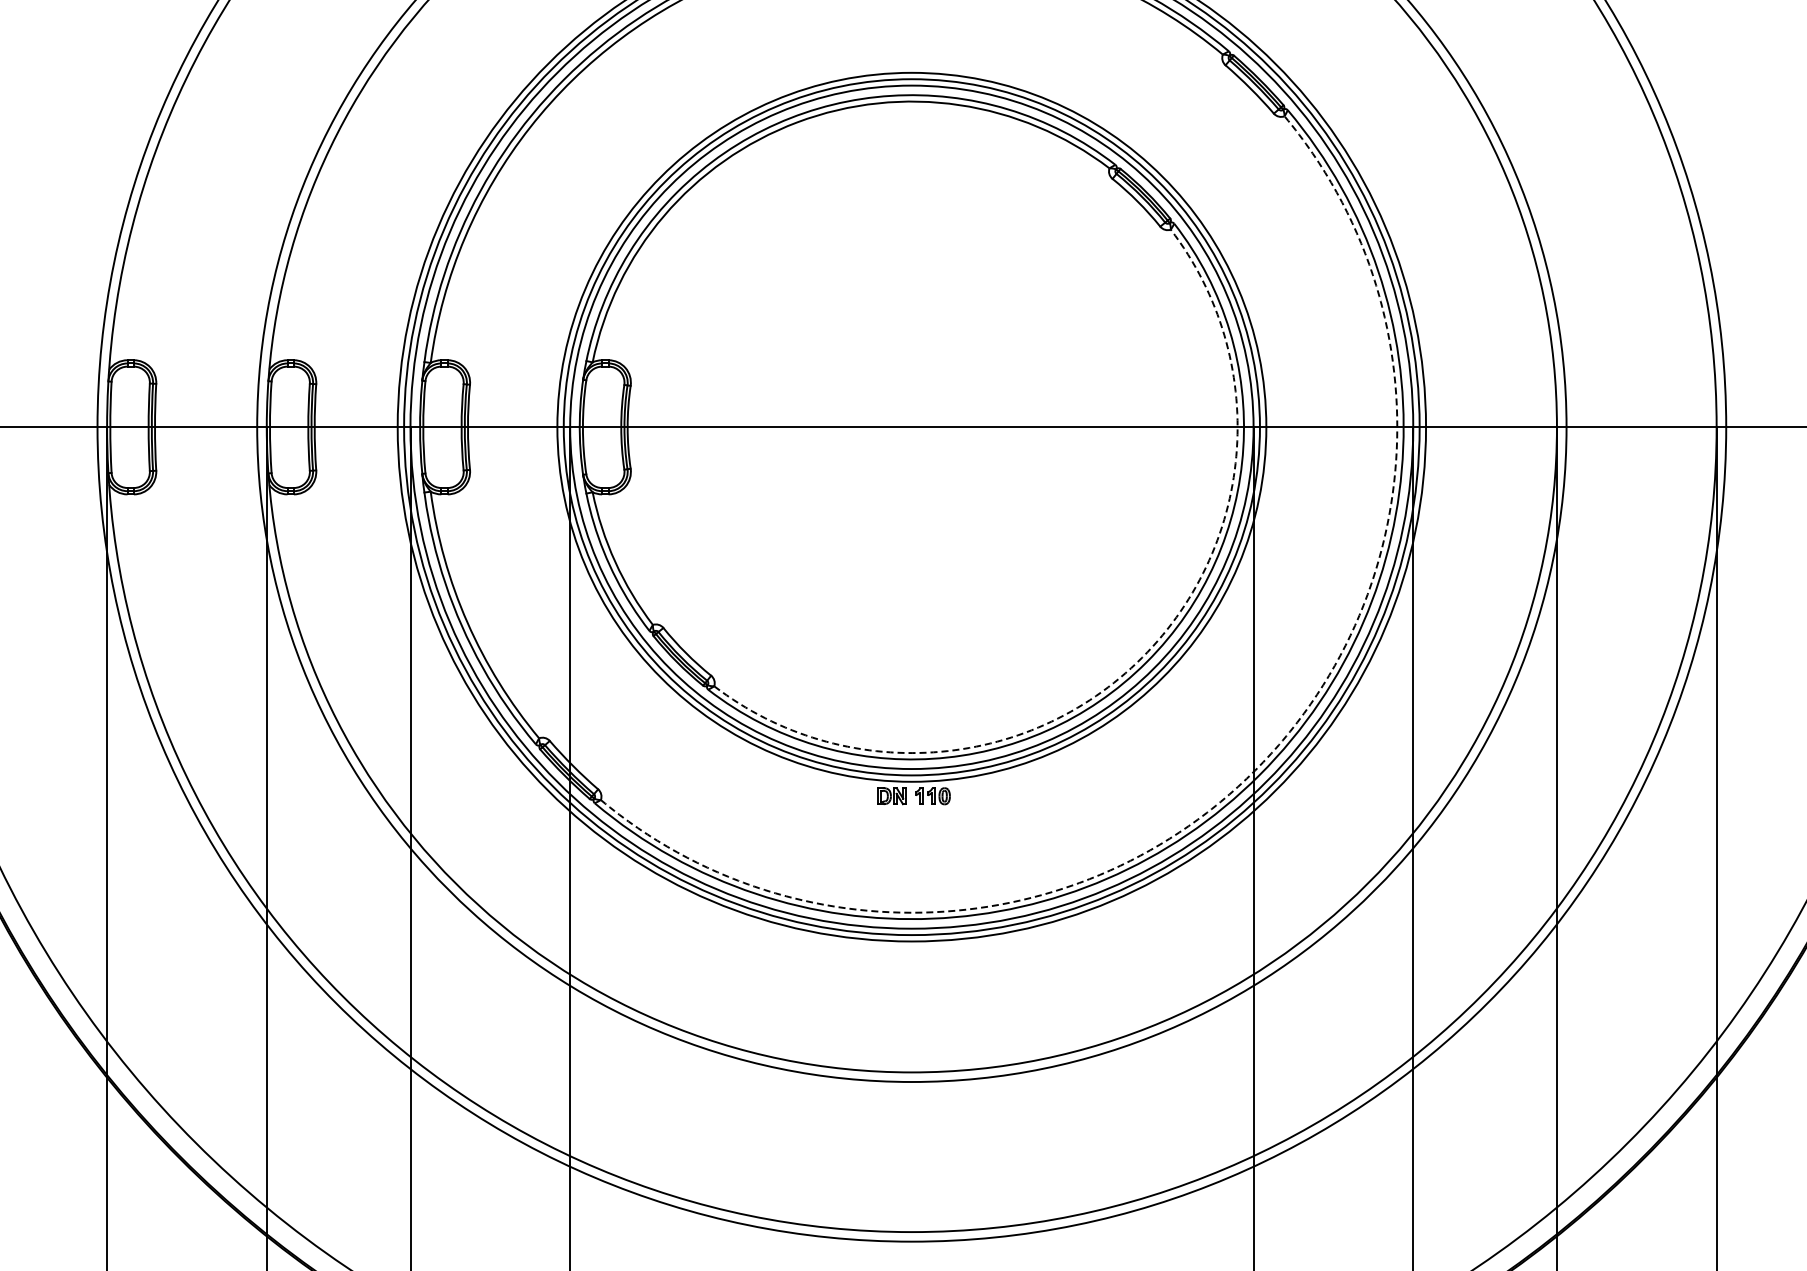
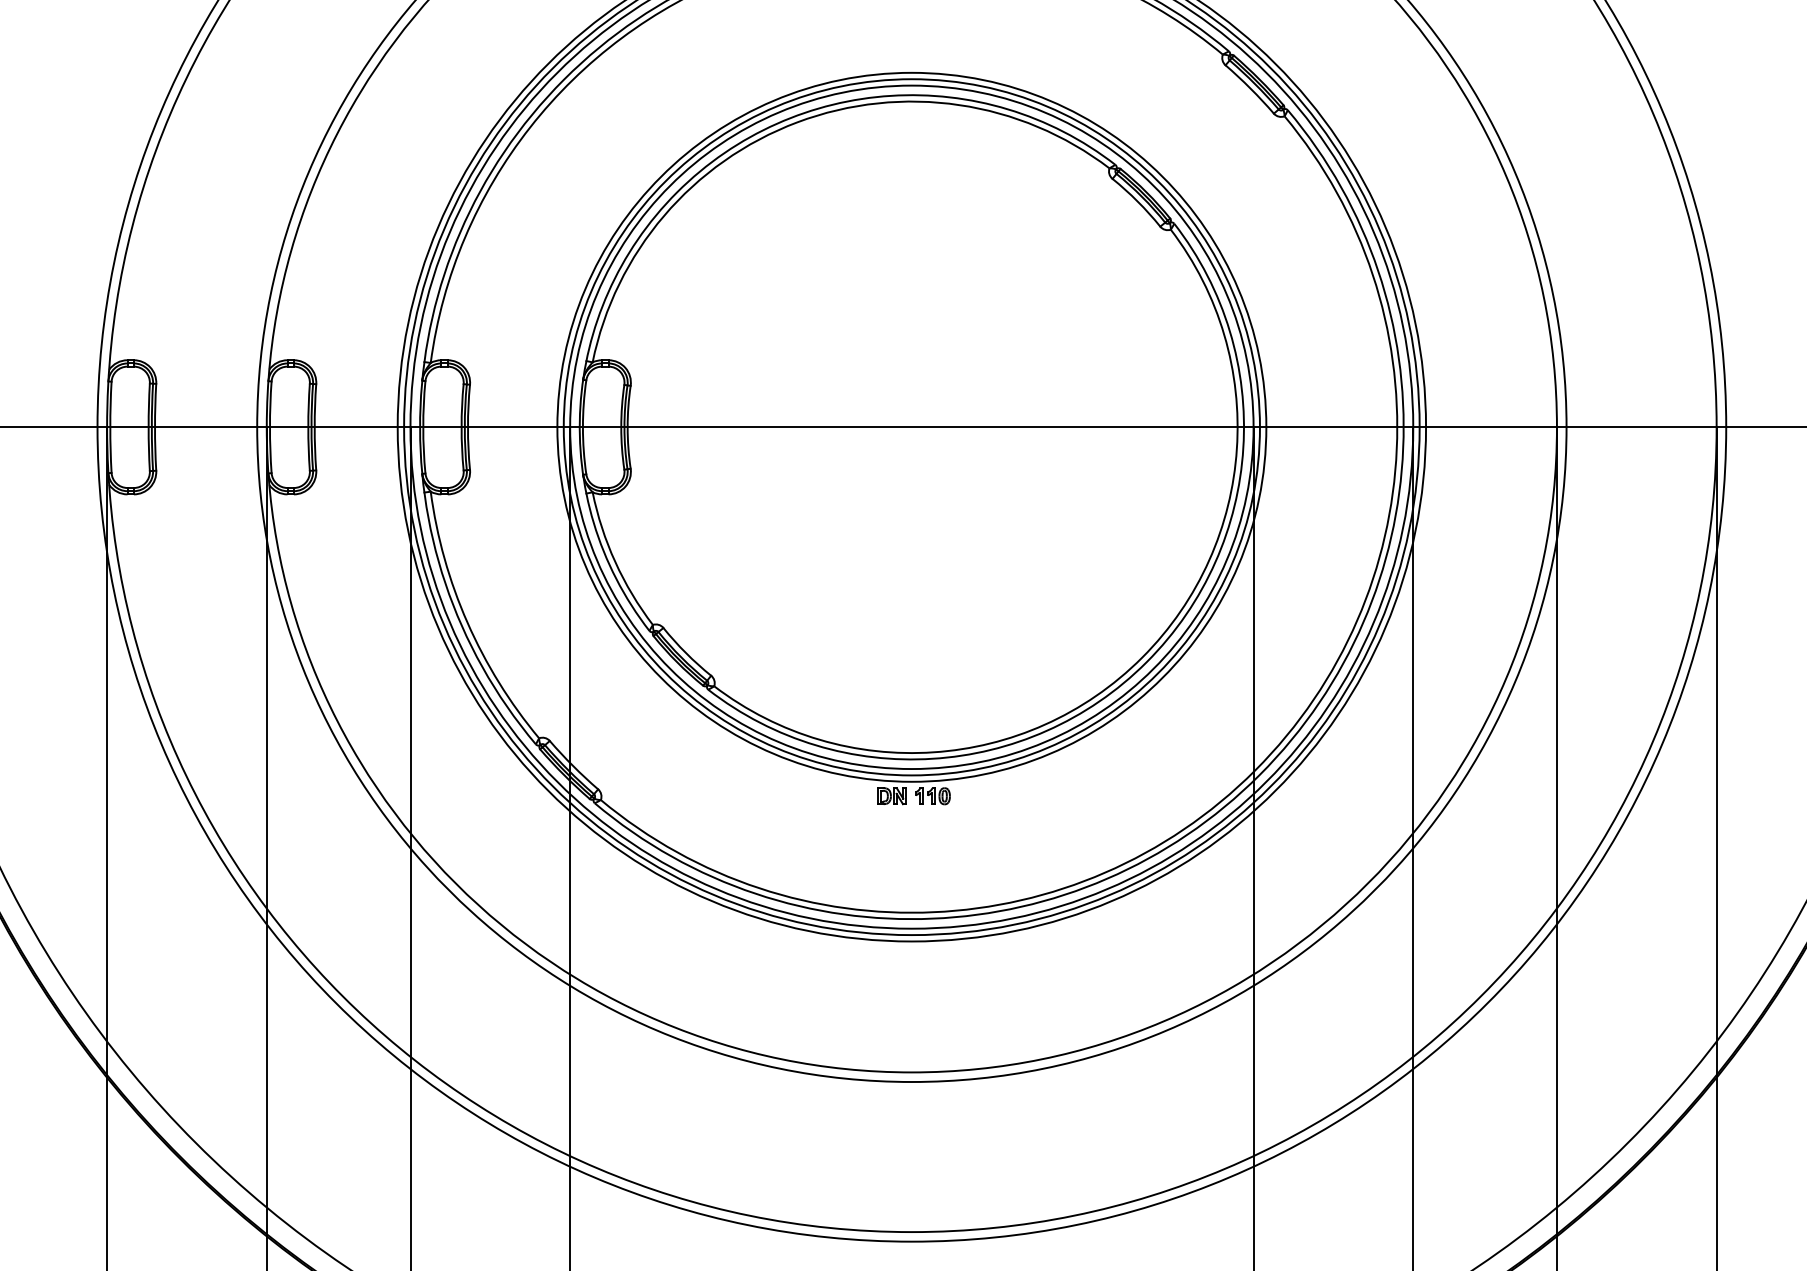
arc at (1142, 657): dashed -> solid
arc at (1255, 770): dashed -> solid
